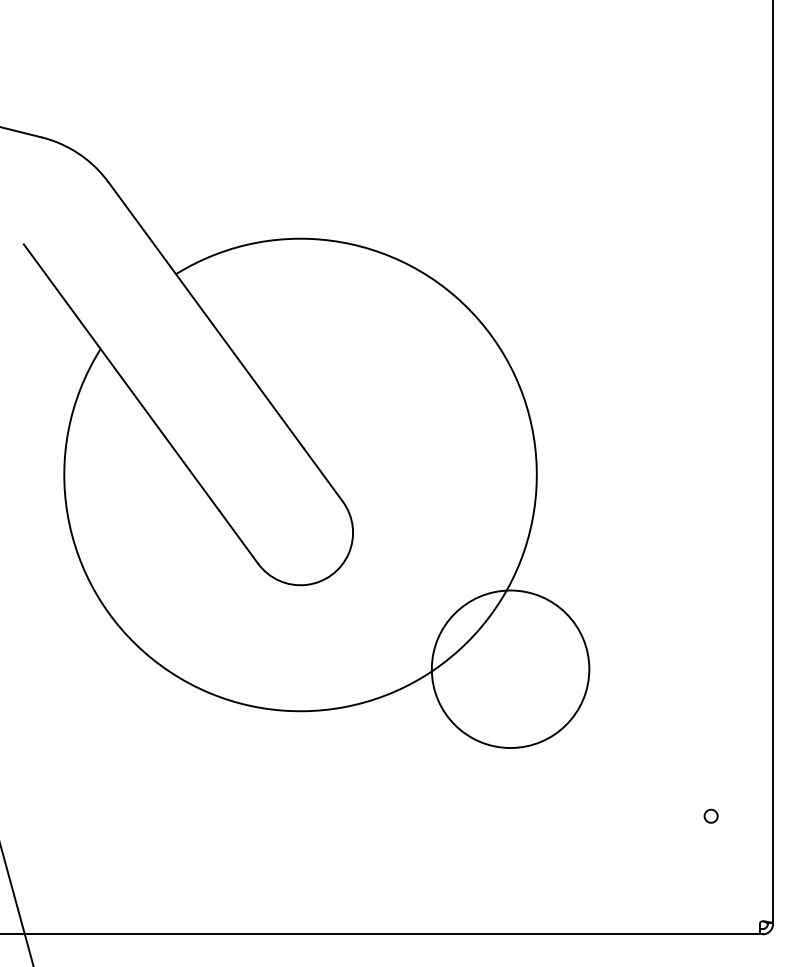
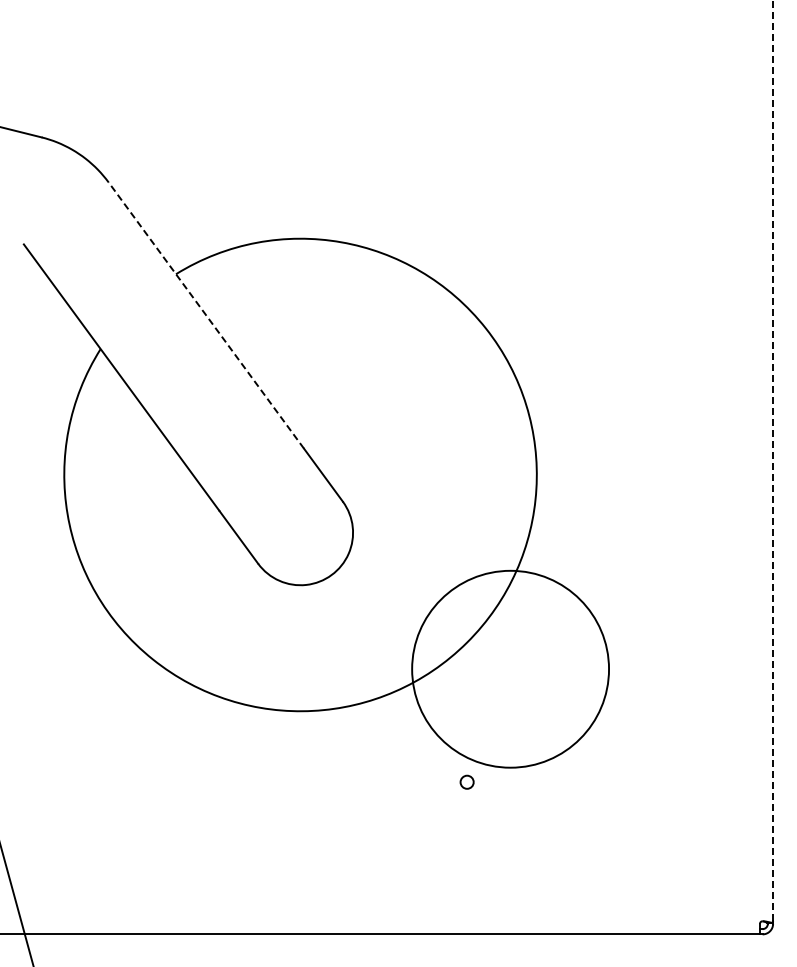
line at (206, 315): solid -> dashed
line at (773, 460): solid -> dashed
circle at (510, 669) diameter: 158 px -> 197 px
circle at (710, 815) position: (710, 815) -> (466, 781)
